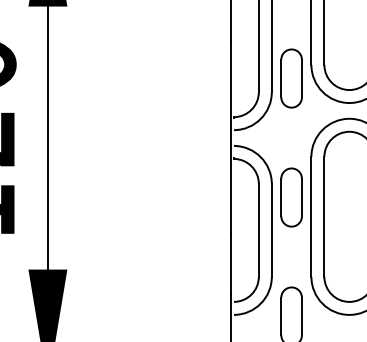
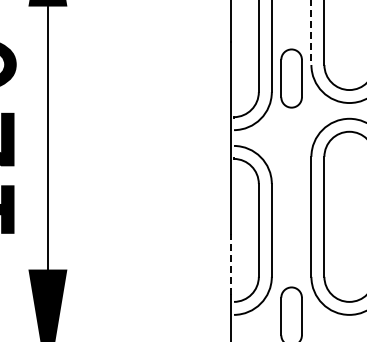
line at (311, 33): solid -> dashed
part at (291, 197): present -> none
line at (230, 264): solid -> dashed
